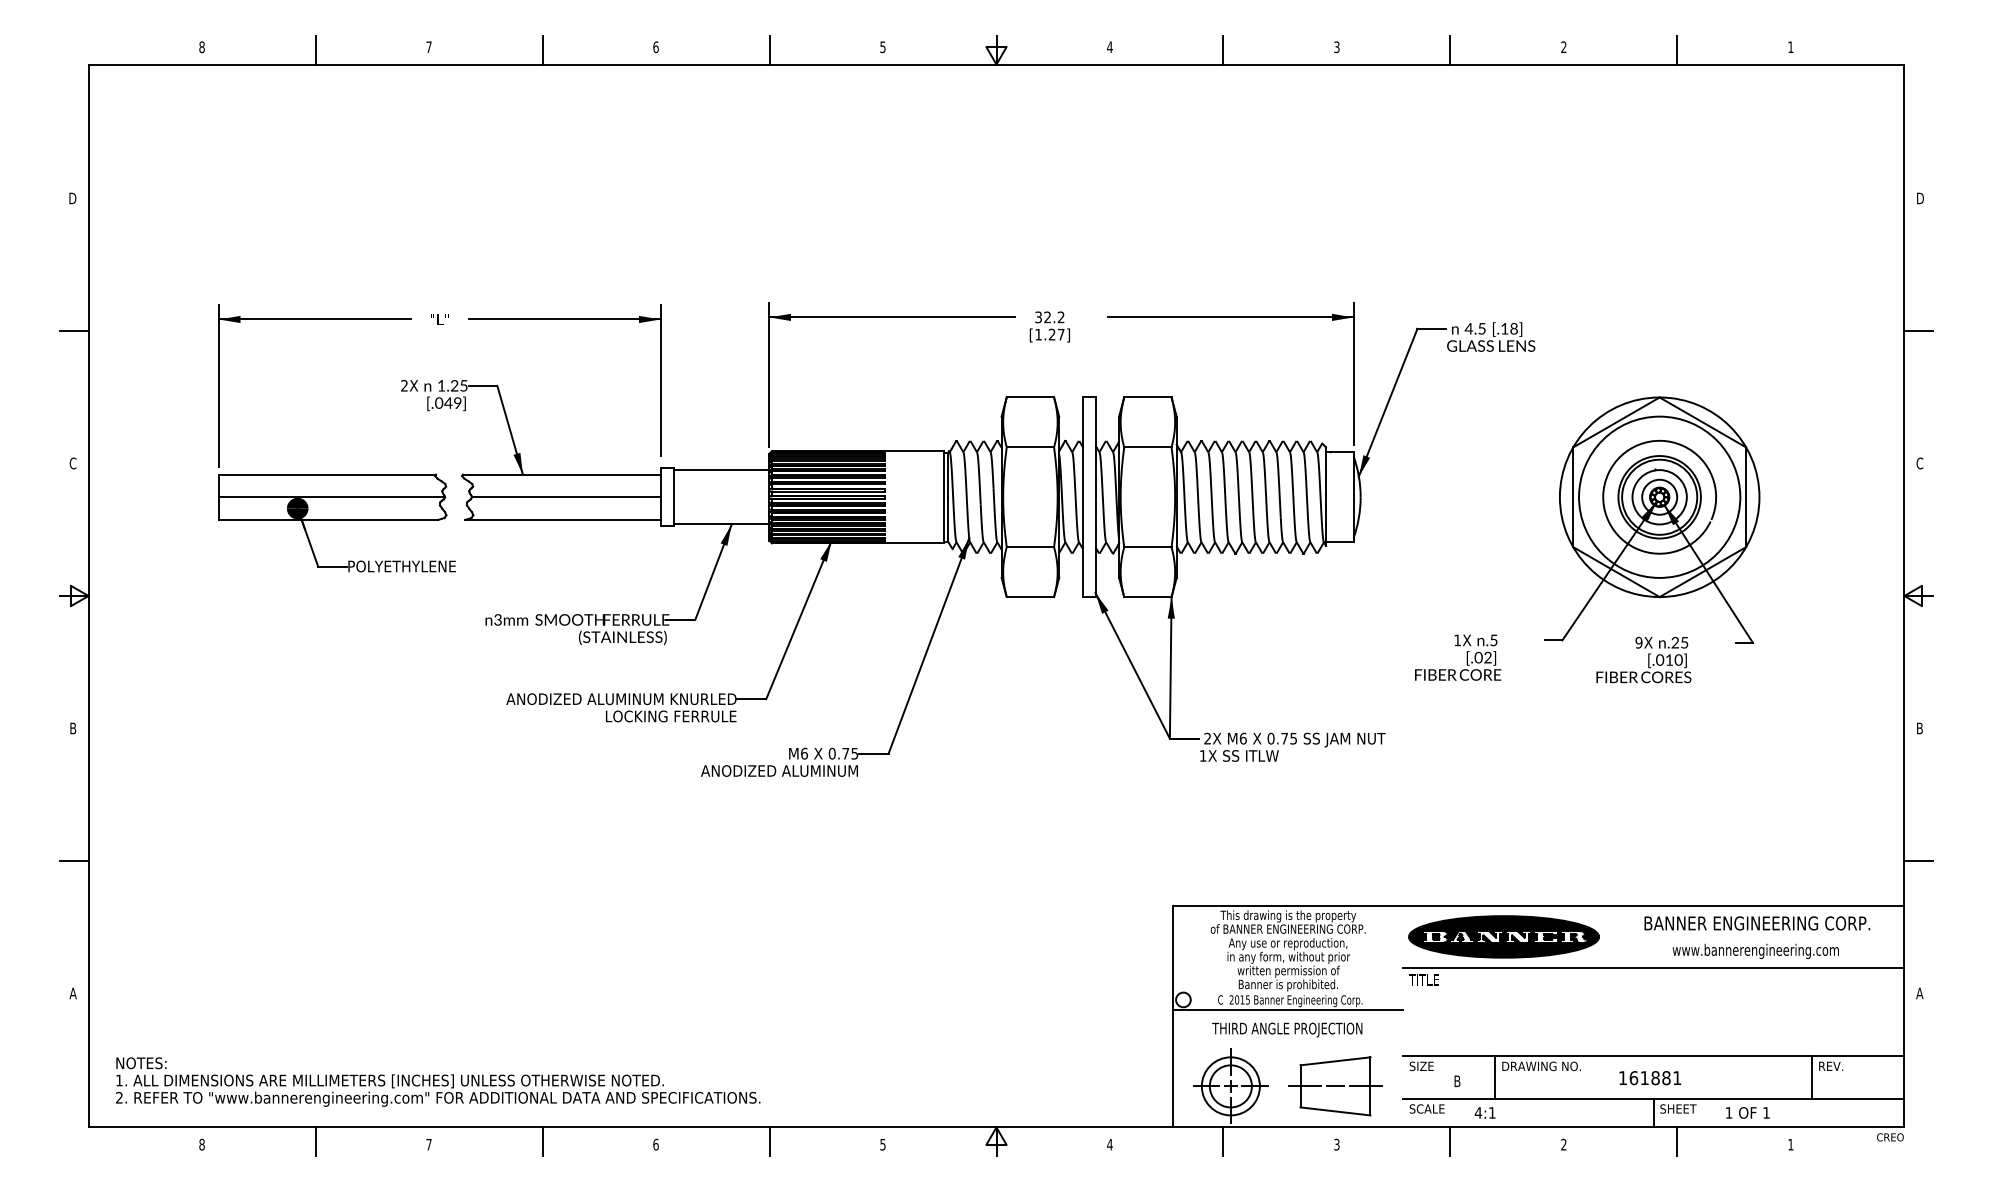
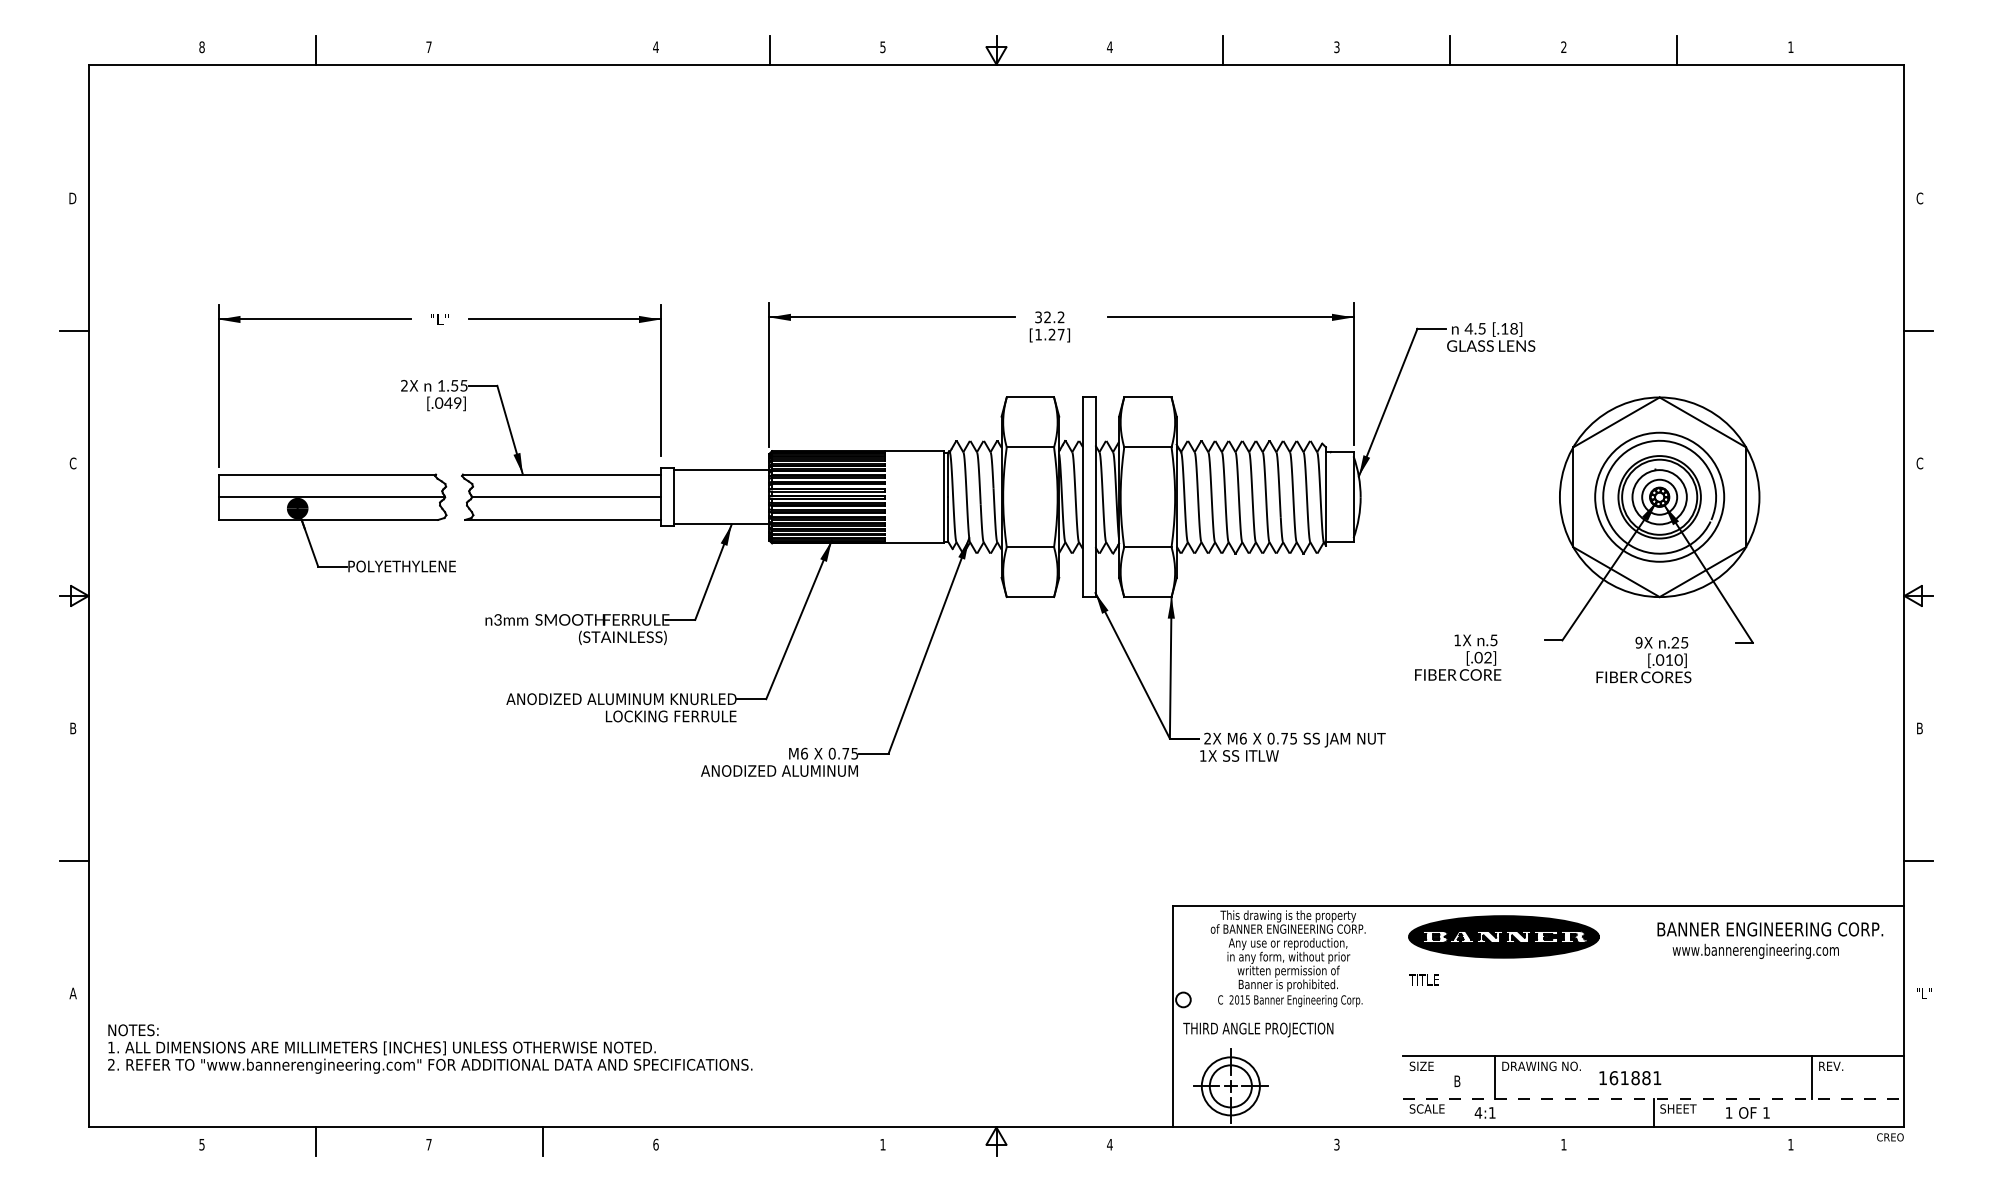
text at (655, 47): 6 -> 4
line at (542, 49): present -> none
text at (1919, 198): D -> C
text at (454, 385): 1.25 -> 1.55
circle at (1659, 496) diameter: 161 px -> 129 px
text at (1757, 923) position: (1757, 923) -> (1770, 929)
line at (1653, 968): present -> none
text at (1923, 993): A -> "L"
line at (1287, 1009): present -> none
text at (1287, 1029) position: (1287, 1029) -> (1258, 1029)
text at (1650, 1078) position: (1650, 1078) -> (1630, 1078)
text at (438, 1081) position: (438, 1081) -> (430, 1048)
part at (1335, 1086): present -> none
line at (1653, 1098): solid -> dashed
line at (769, 1141): present -> none
line at (1223, 1141): present -> none
line at (1450, 1141): present -> none
line at (1677, 1141): present -> none
text at (201, 1144): 8 -> 5
text at (882, 1144): 5 -> 1
text at (1563, 1144): 2 -> 1
